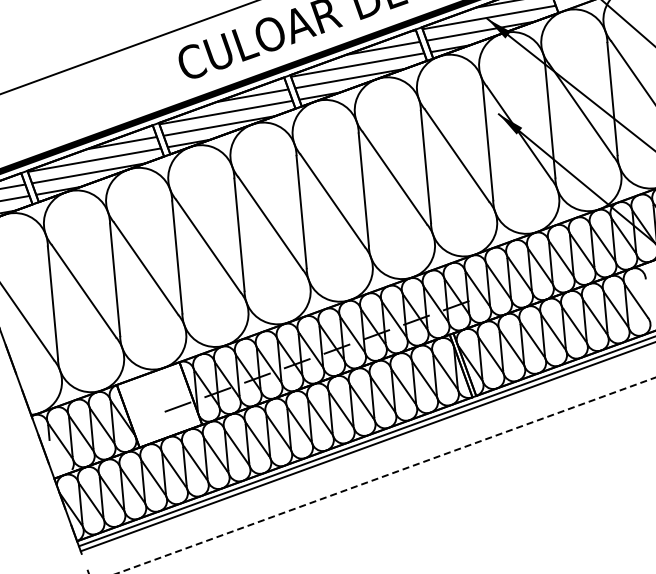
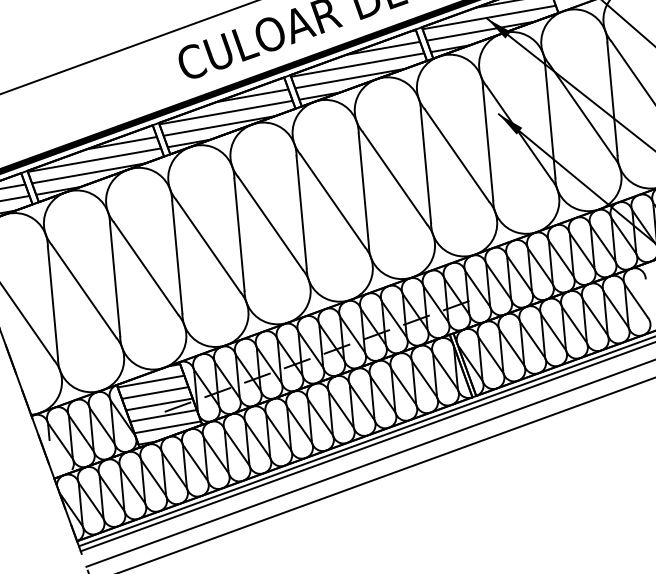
hatch at (159, 404): none -> present
line at (369, 463): none -> present
line at (386, 475): dashed -> solid
